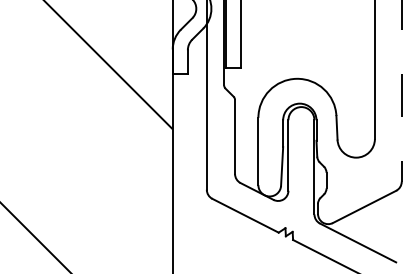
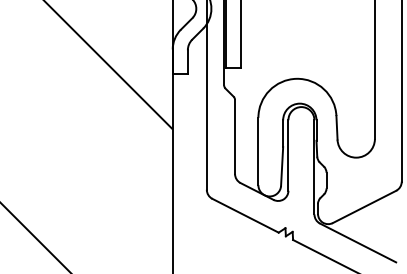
line at (401, 91): dashed -> solid
